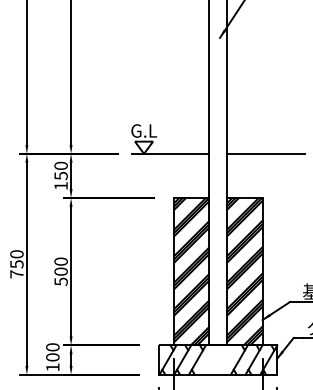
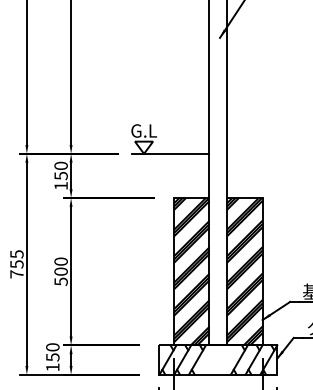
line at (266, 153): present -> none
text at (16, 254): 750 -> 755
text at (52, 357): 100 -> 150
